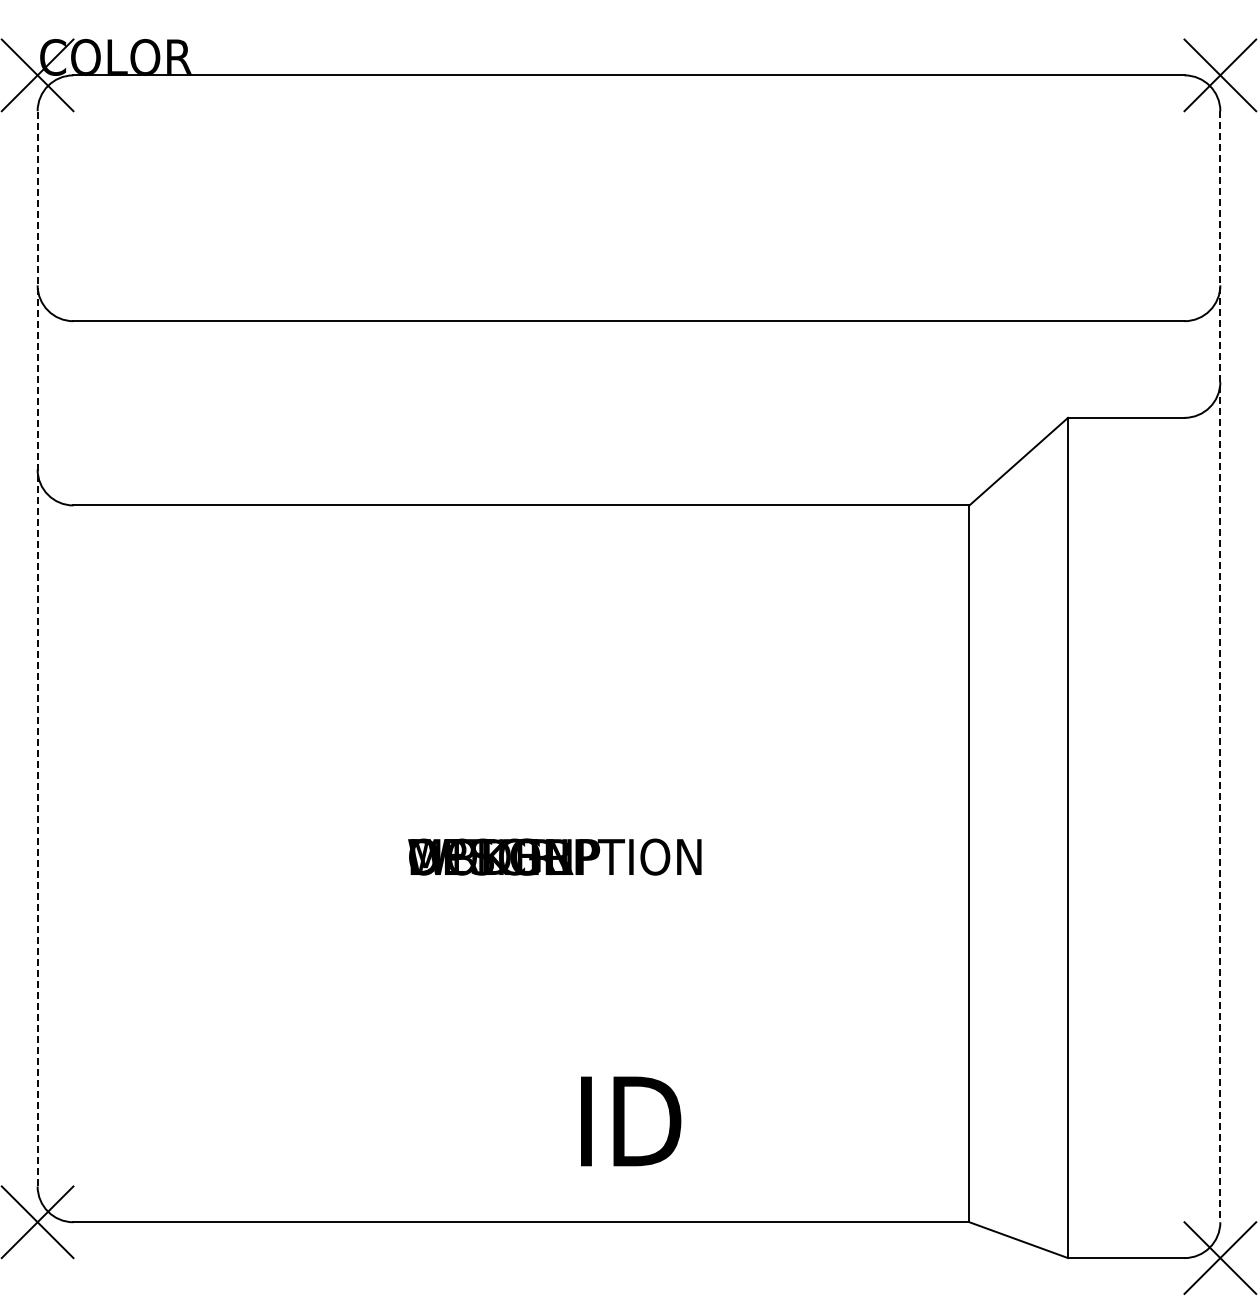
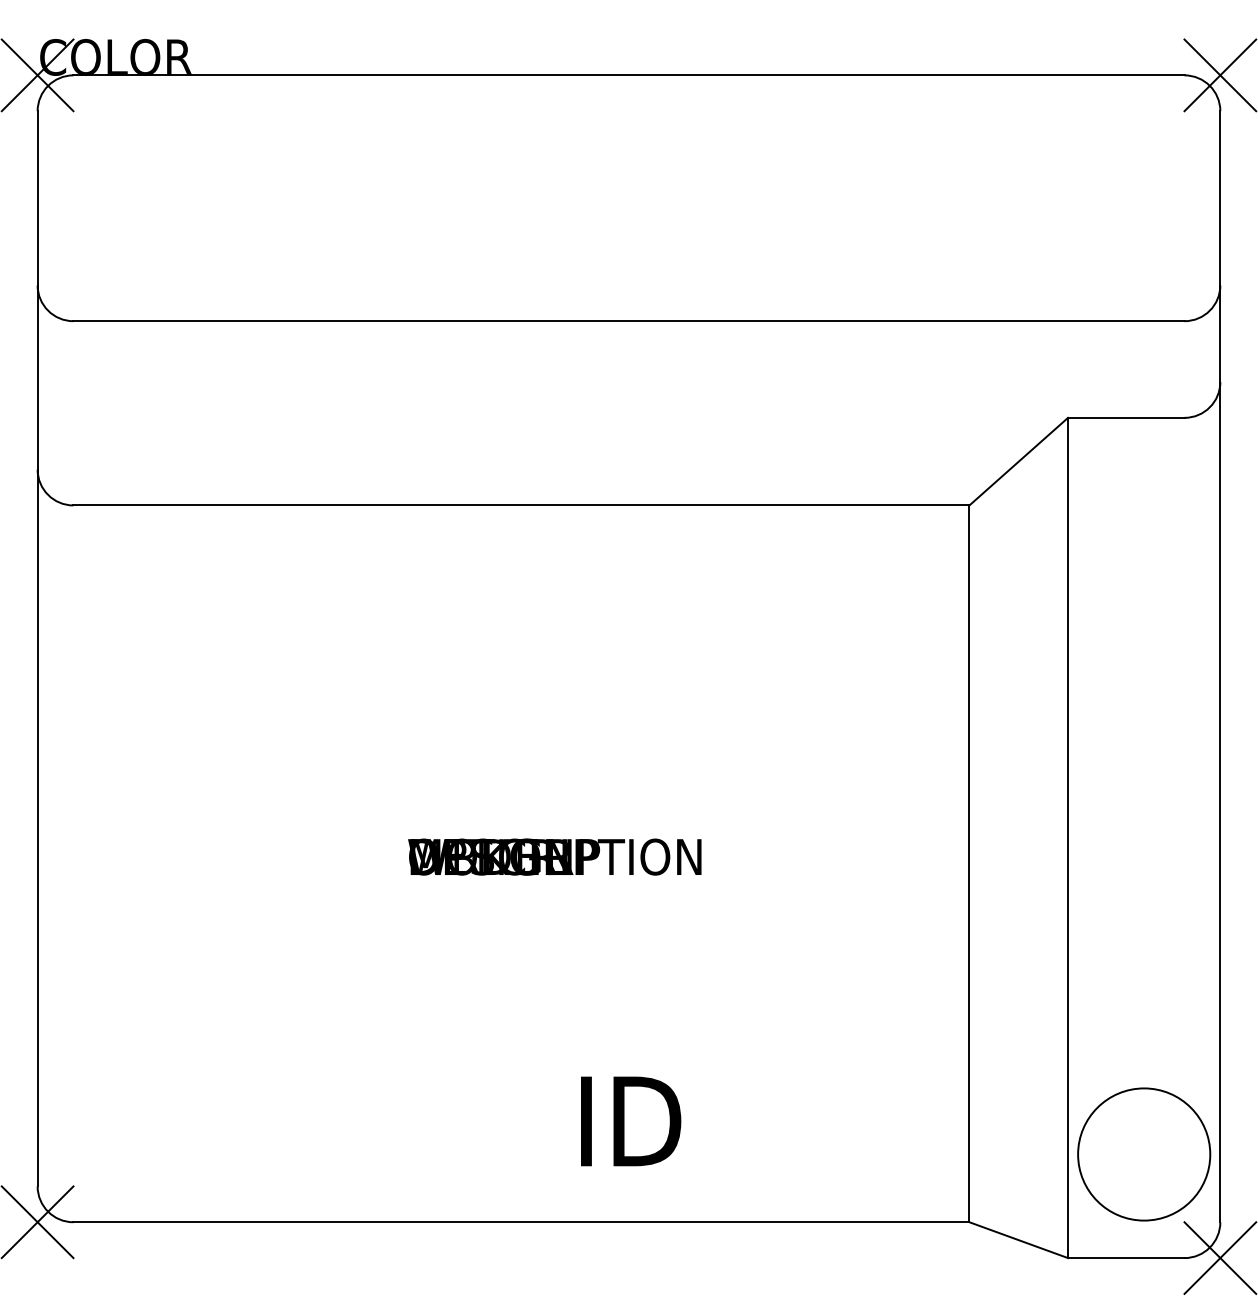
line at (37, 648): dashed -> solid
line at (1220, 666): dashed -> solid
circle at (1144, 1154): none -> present
